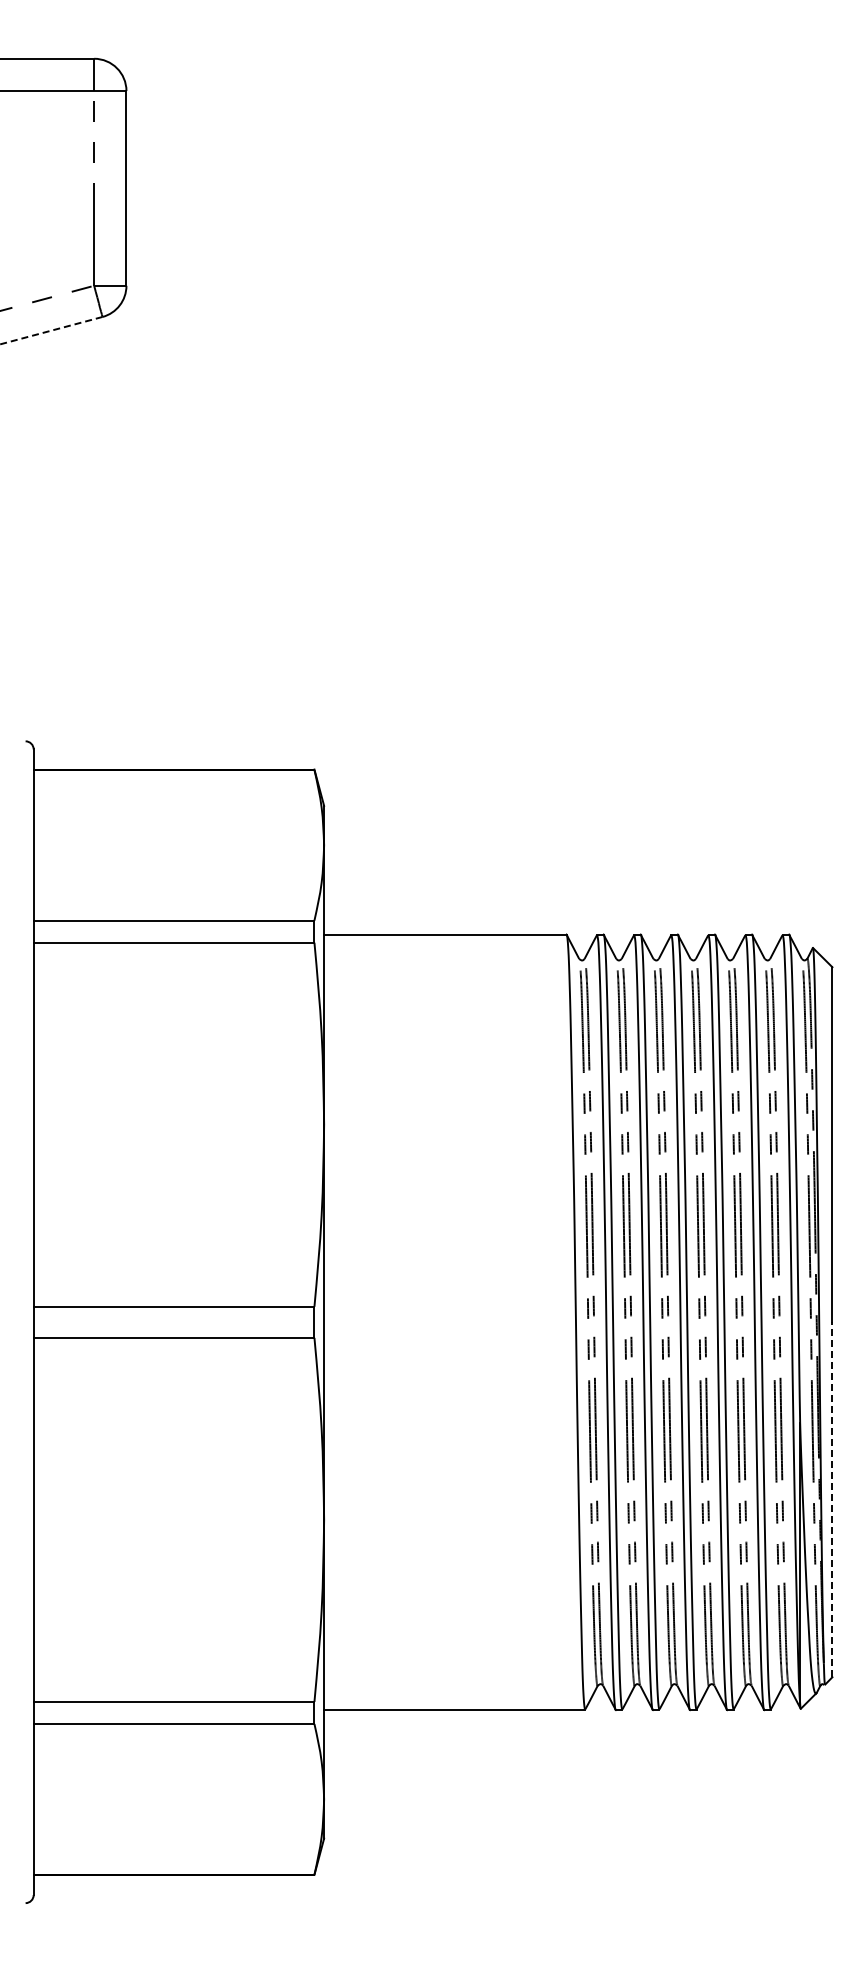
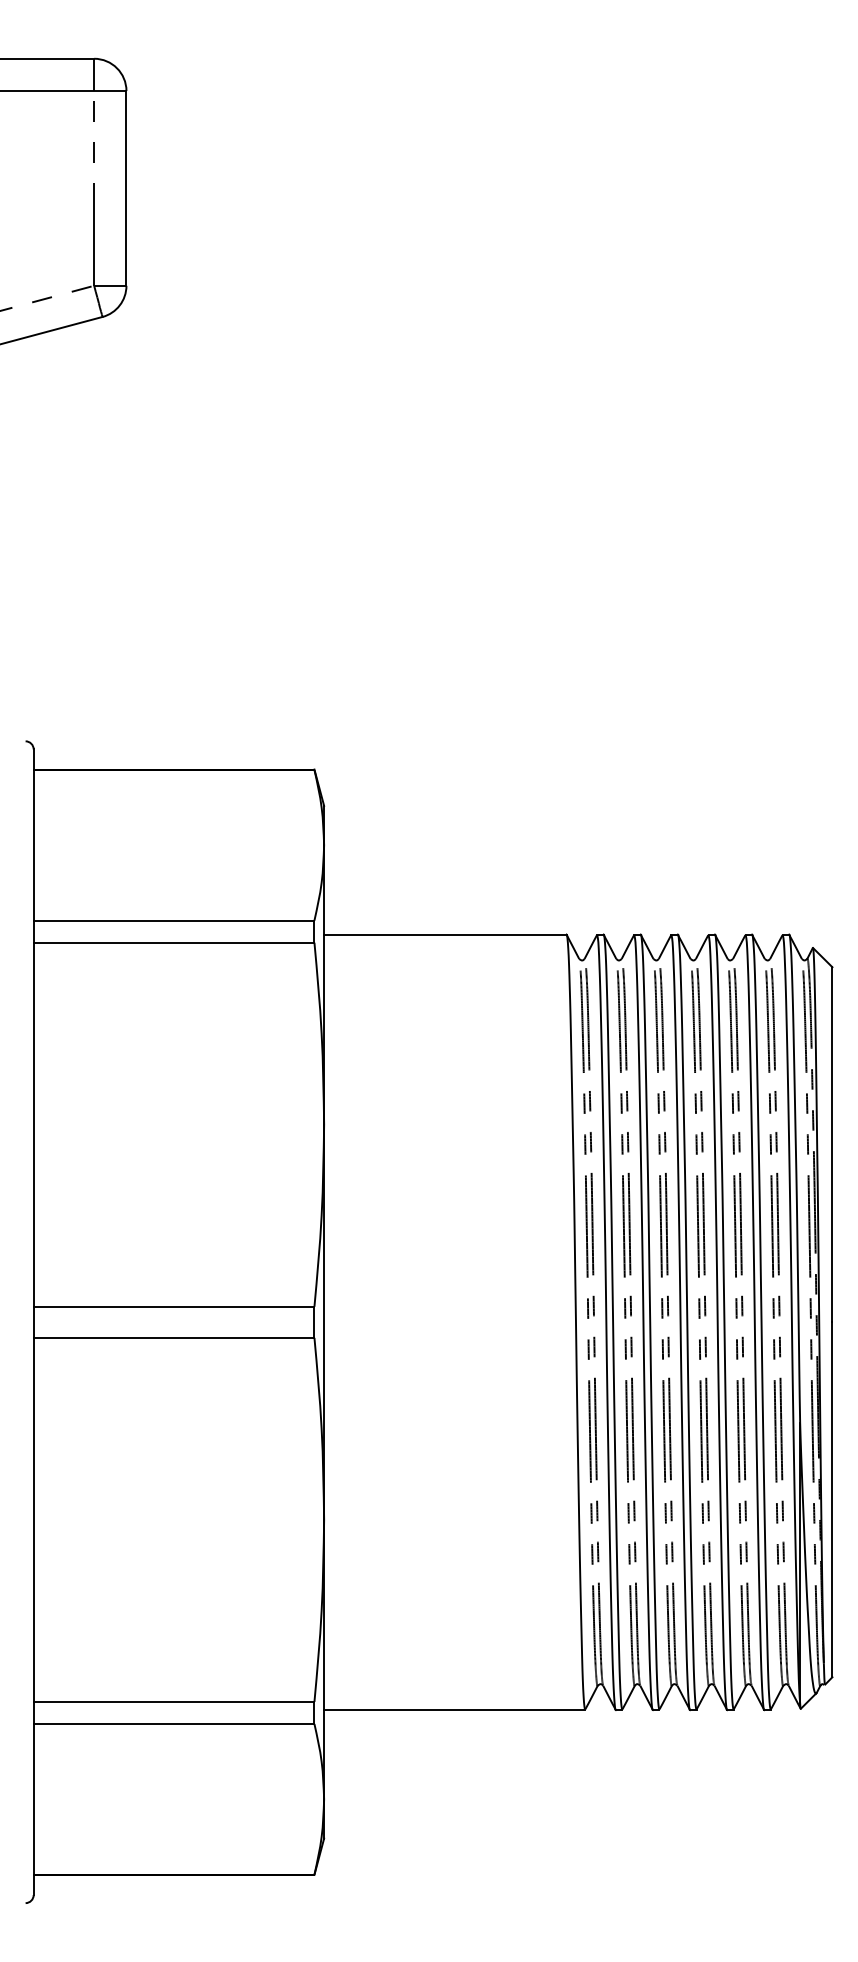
line at (51, 330): dashed -> solid
line at (832, 1499): dashed -> solid
